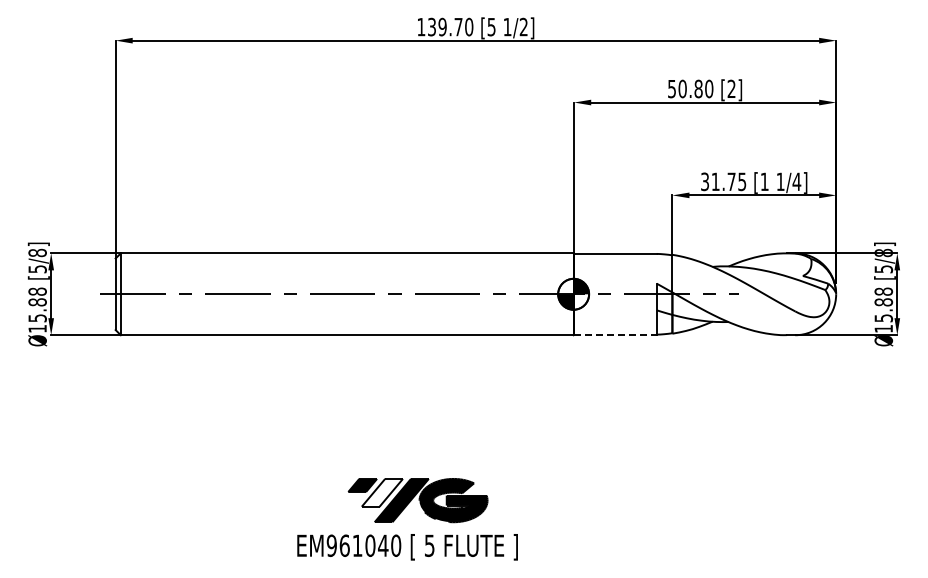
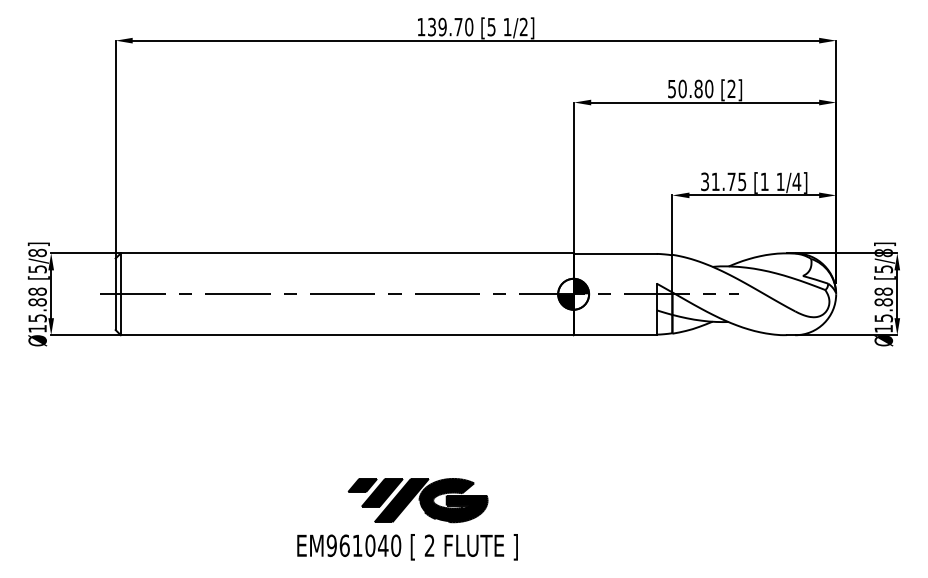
line at (615, 334): dashed -> solid
fill at (381, 492): none -> present
text at (429, 545): 5 -> 2
